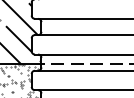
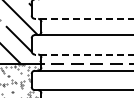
line at (83, 18): solid -> dashed
line at (83, 54): solid -> dashed
